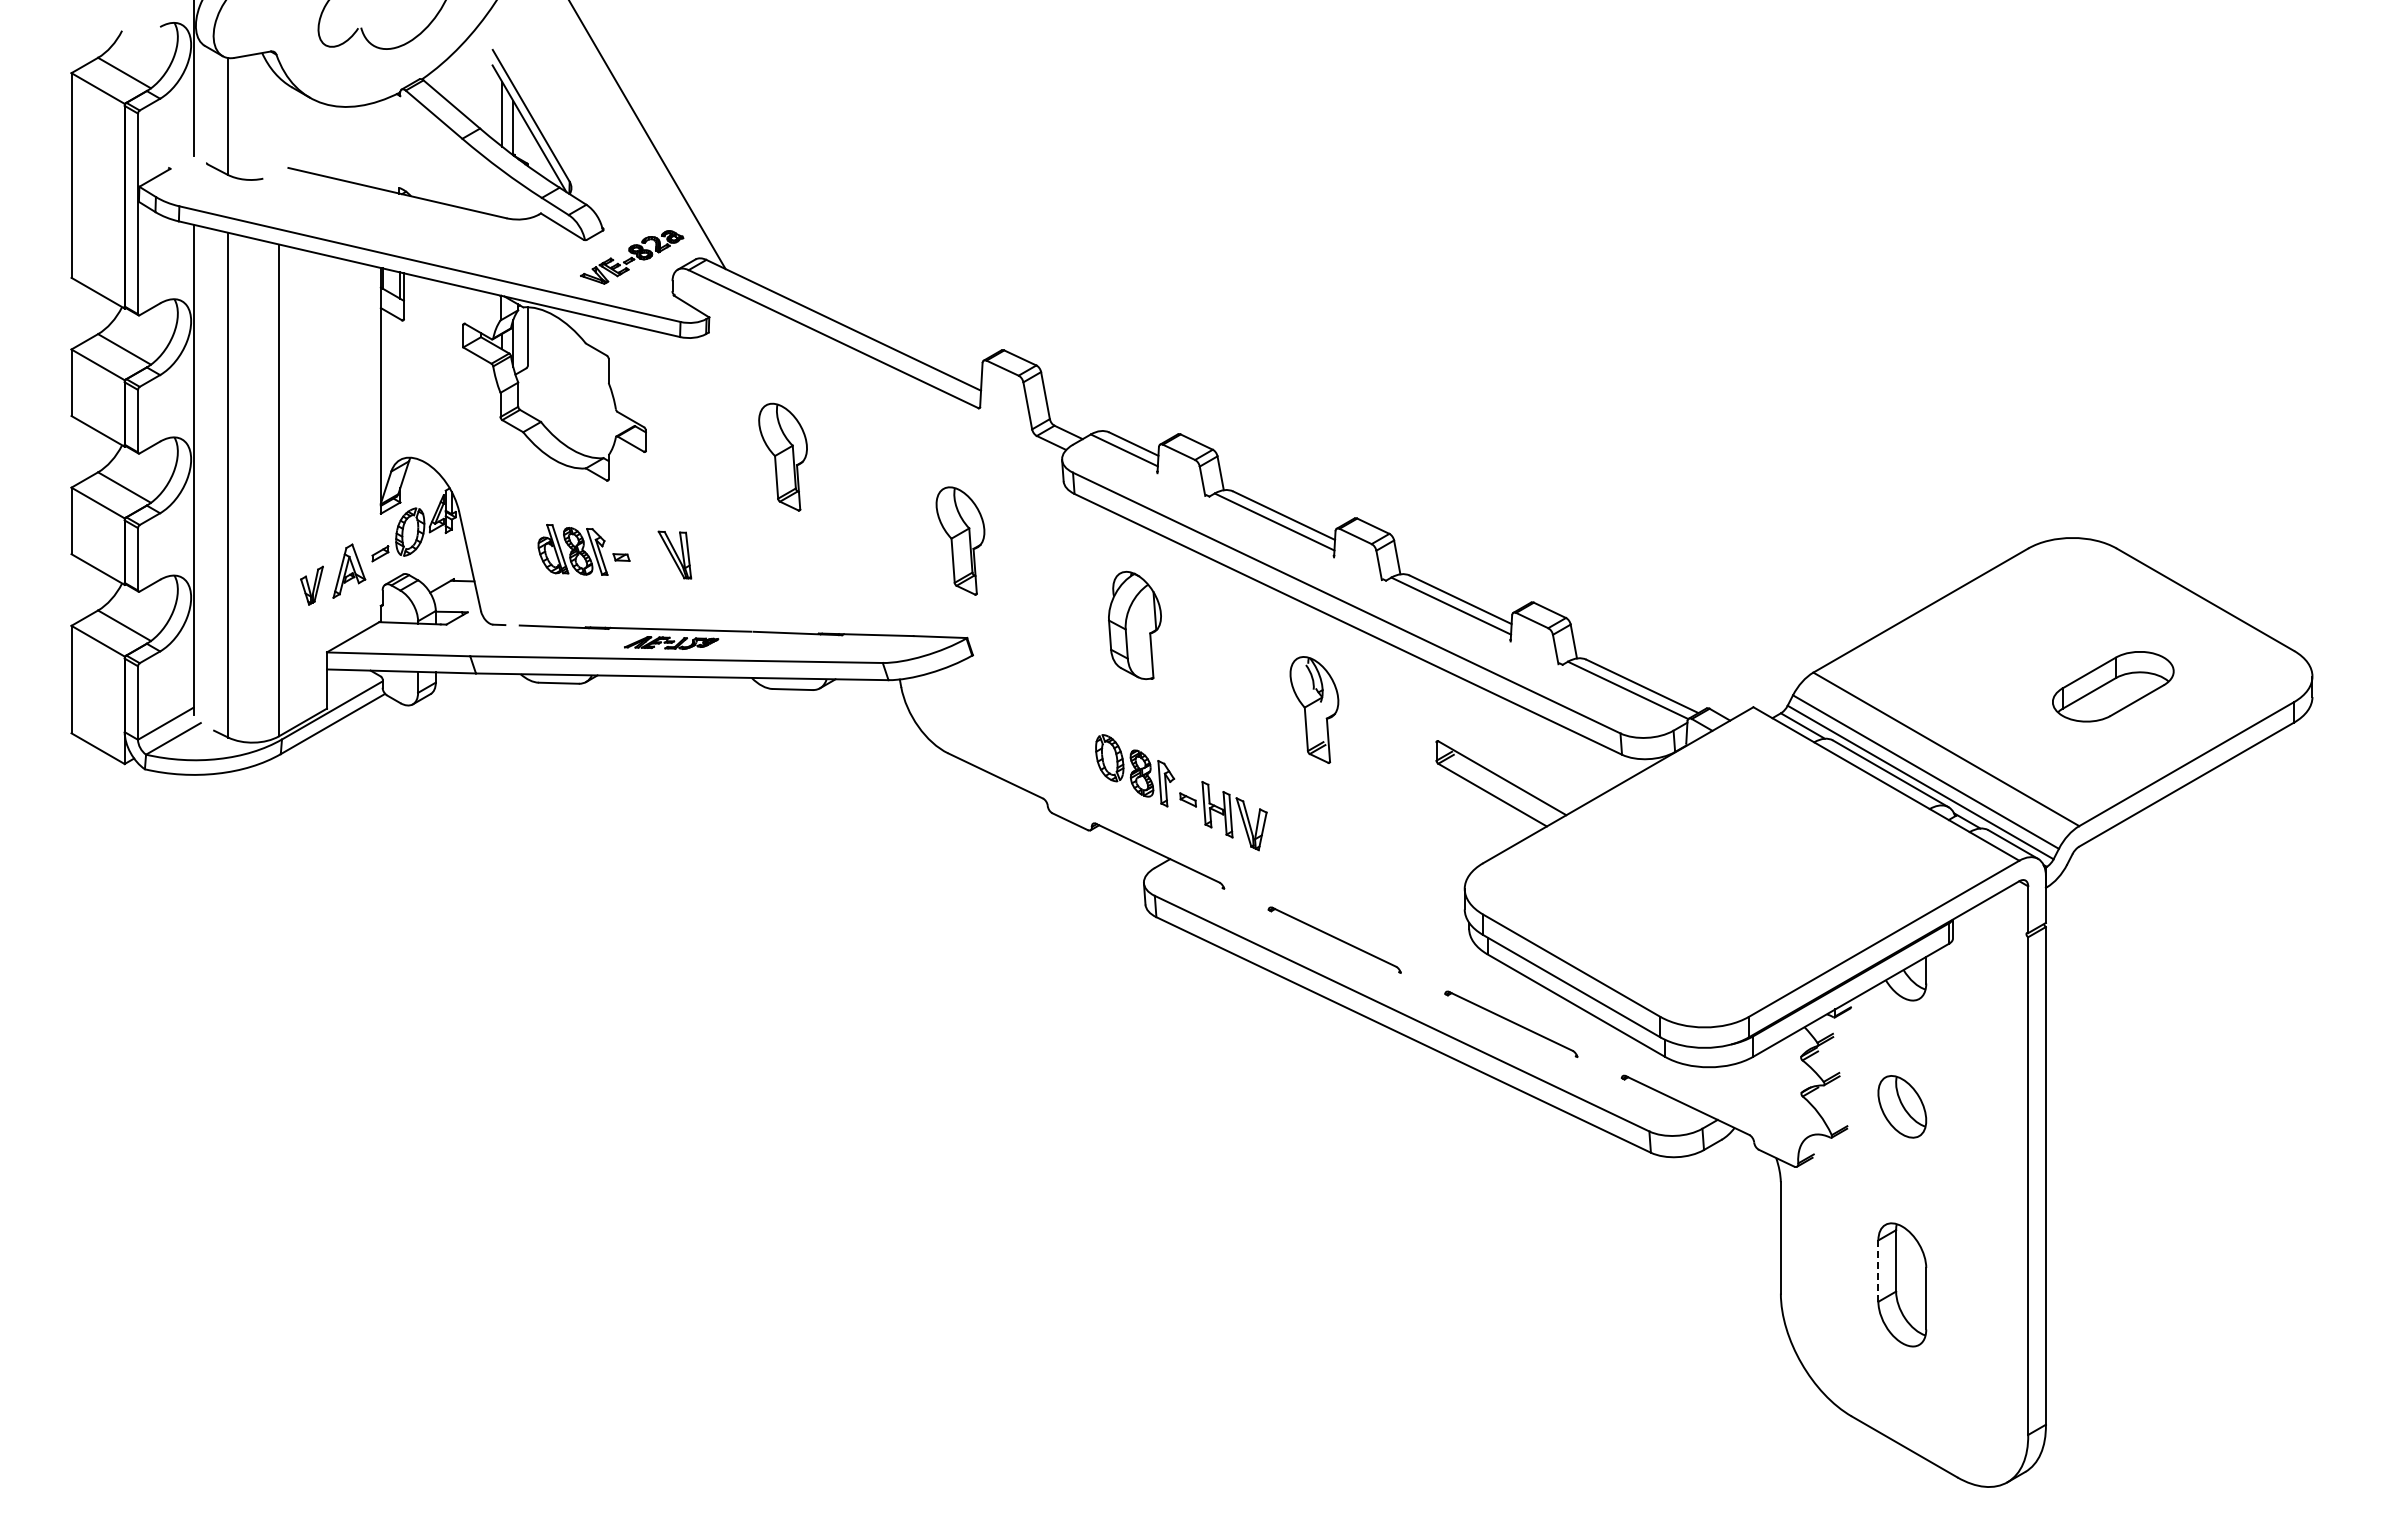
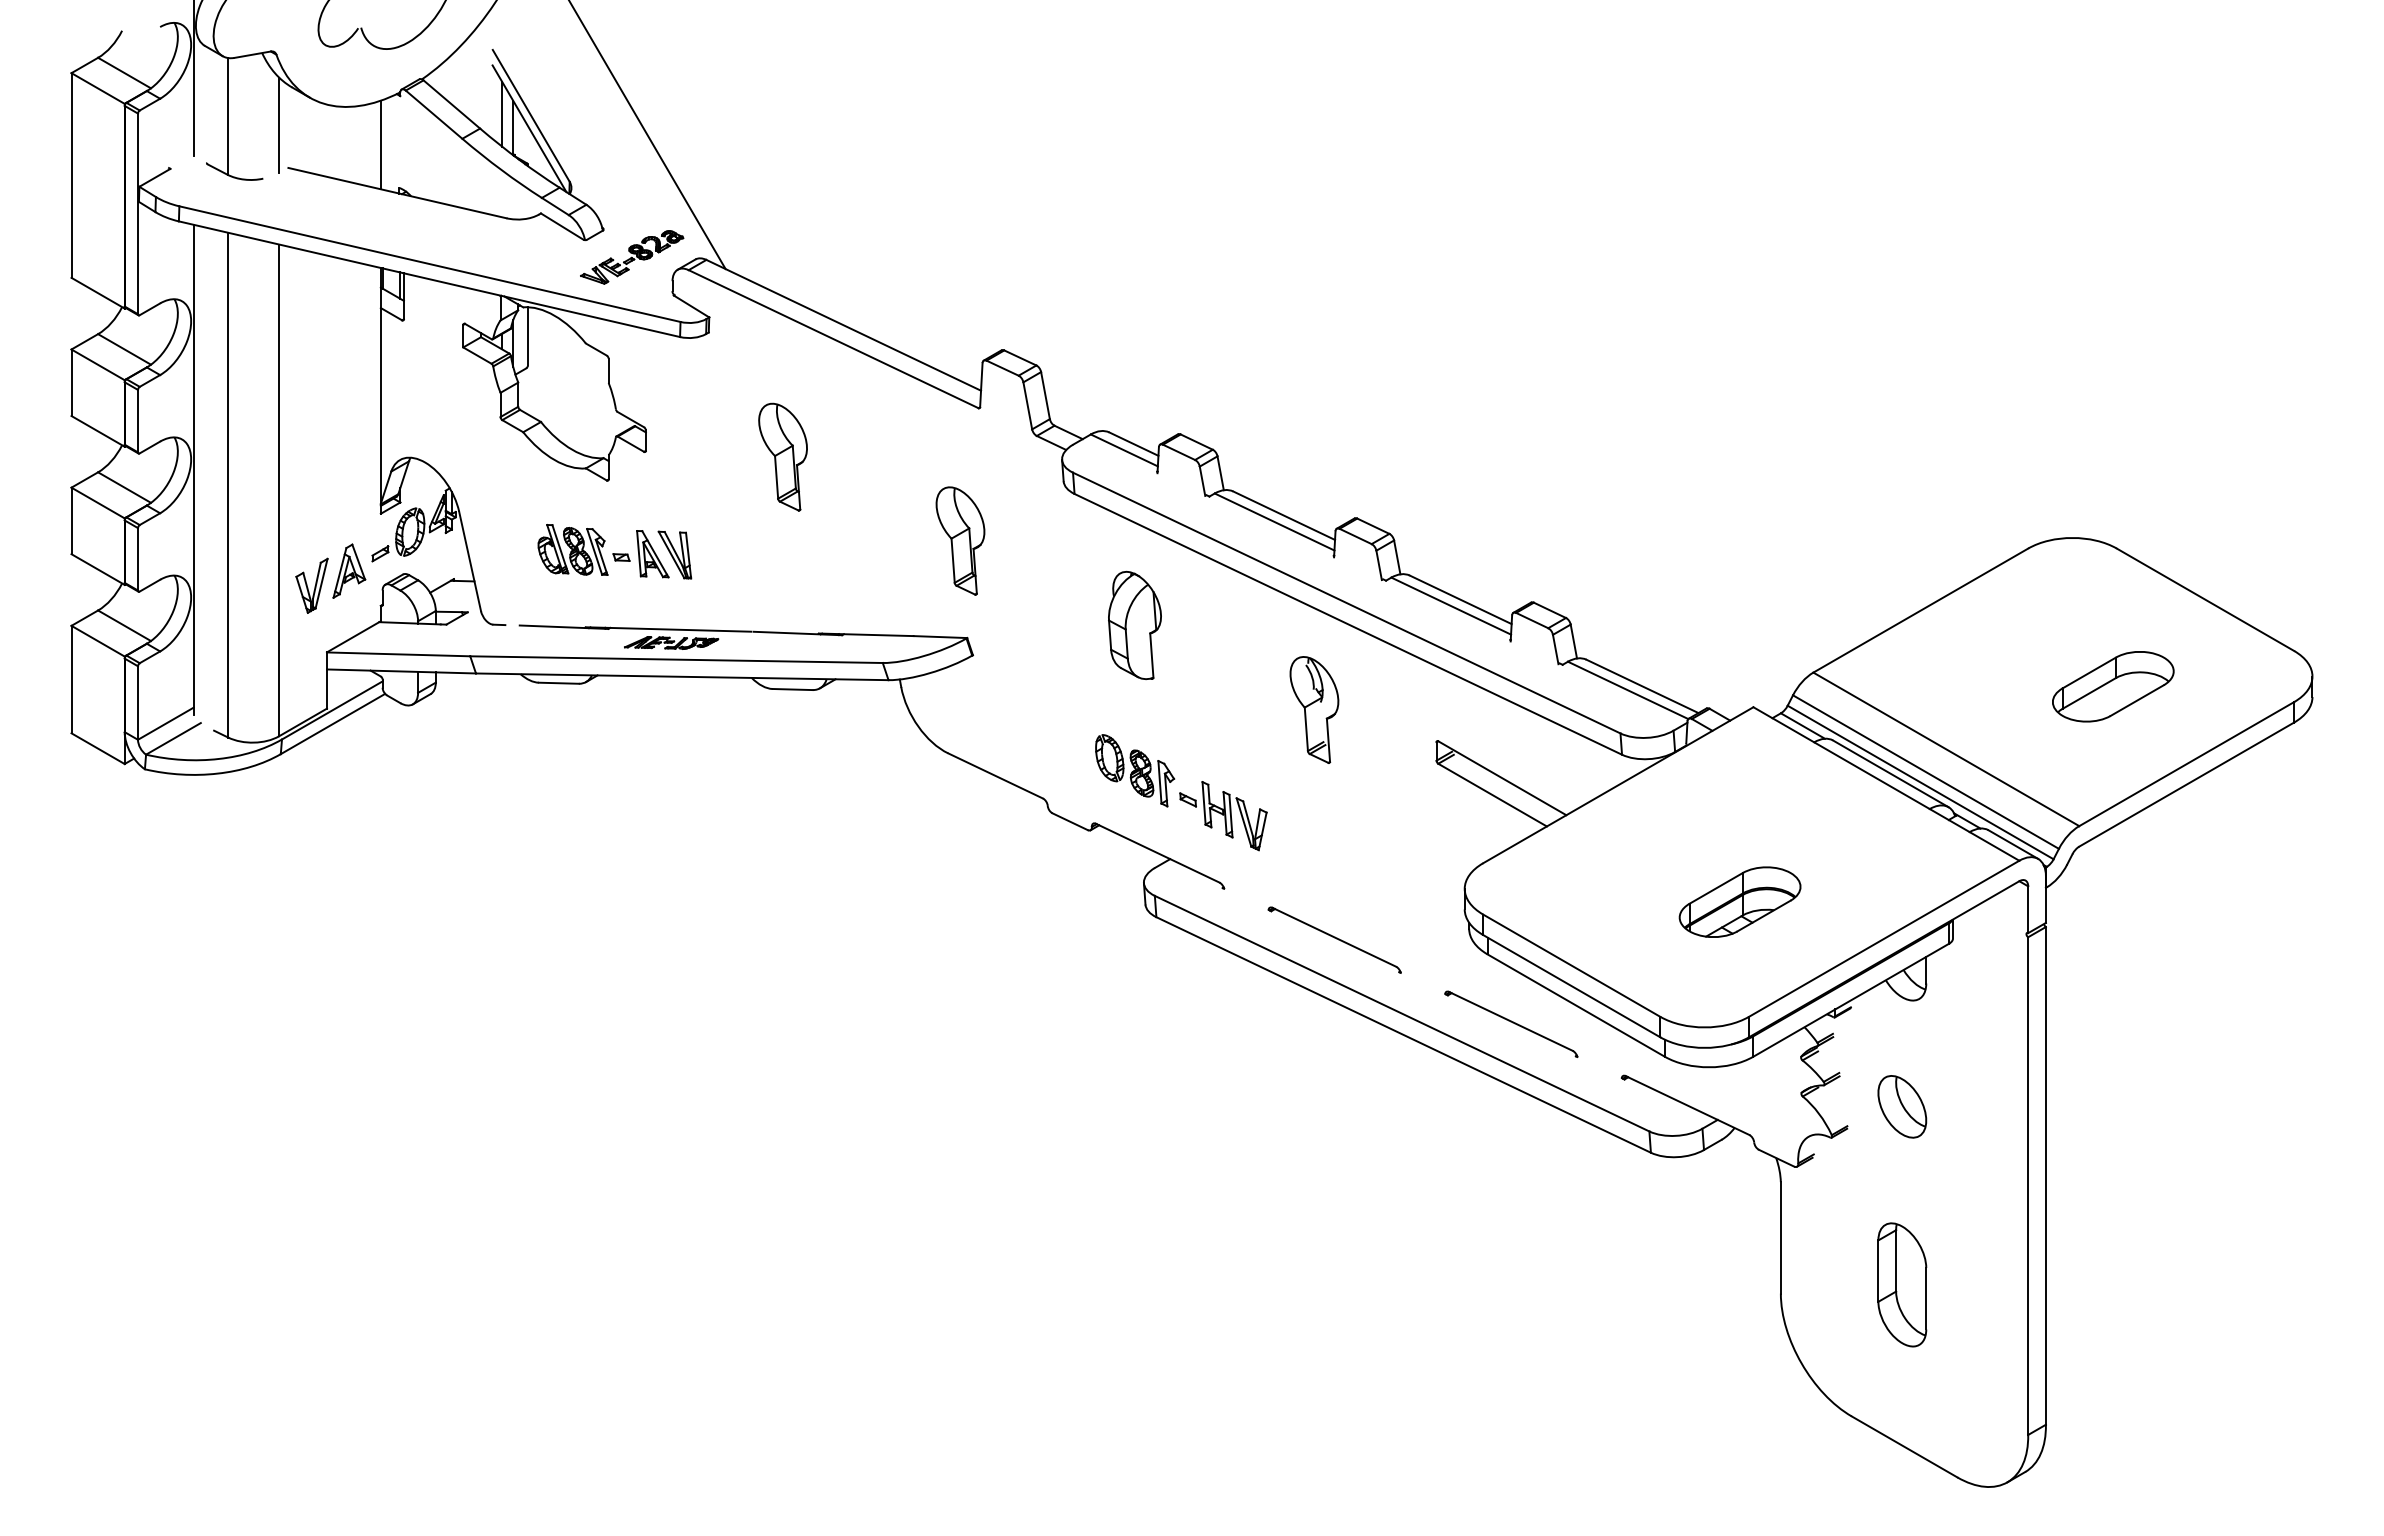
line at (279, 125): none -> present
line at (380, 144): none -> present
part at (652, 554): none -> present
part at (311, 585) size: 24x41 px -> 34x57 px
part at (1739, 901): none -> present
line at (1878, 1271): dashed -> solid
